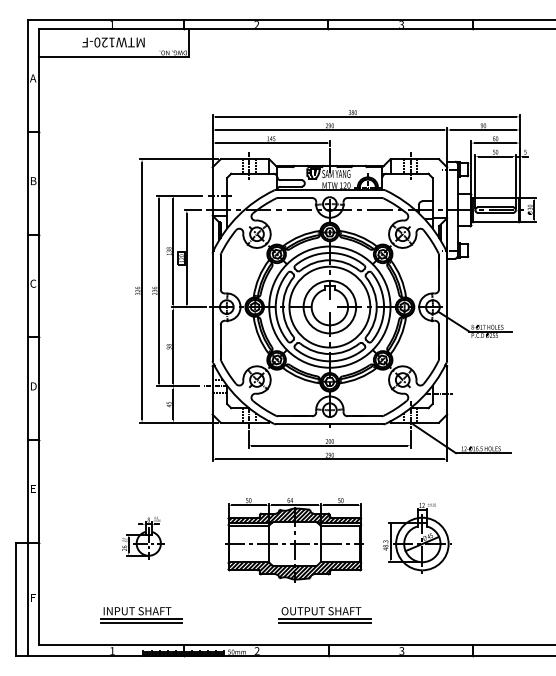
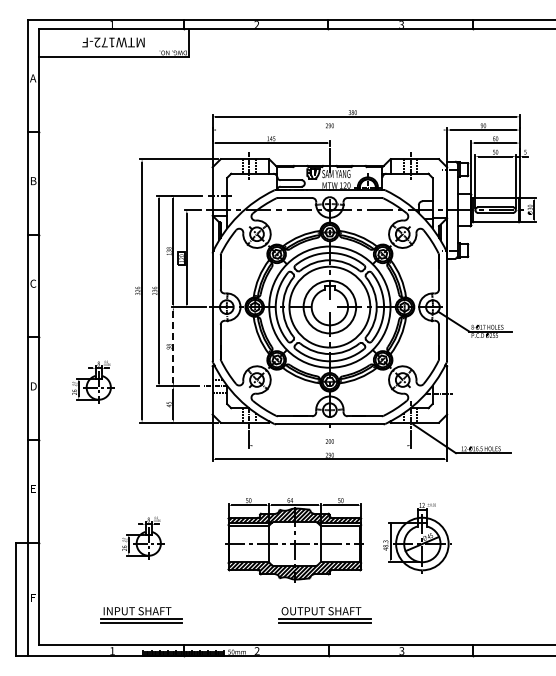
text at (100, 42): MTW120-F -> MTW172-F
line at (329, 130): present -> none
line at (173, 347): solid -> dashed
part at (93, 381): none -> present
line at (329, 445): present -> none
